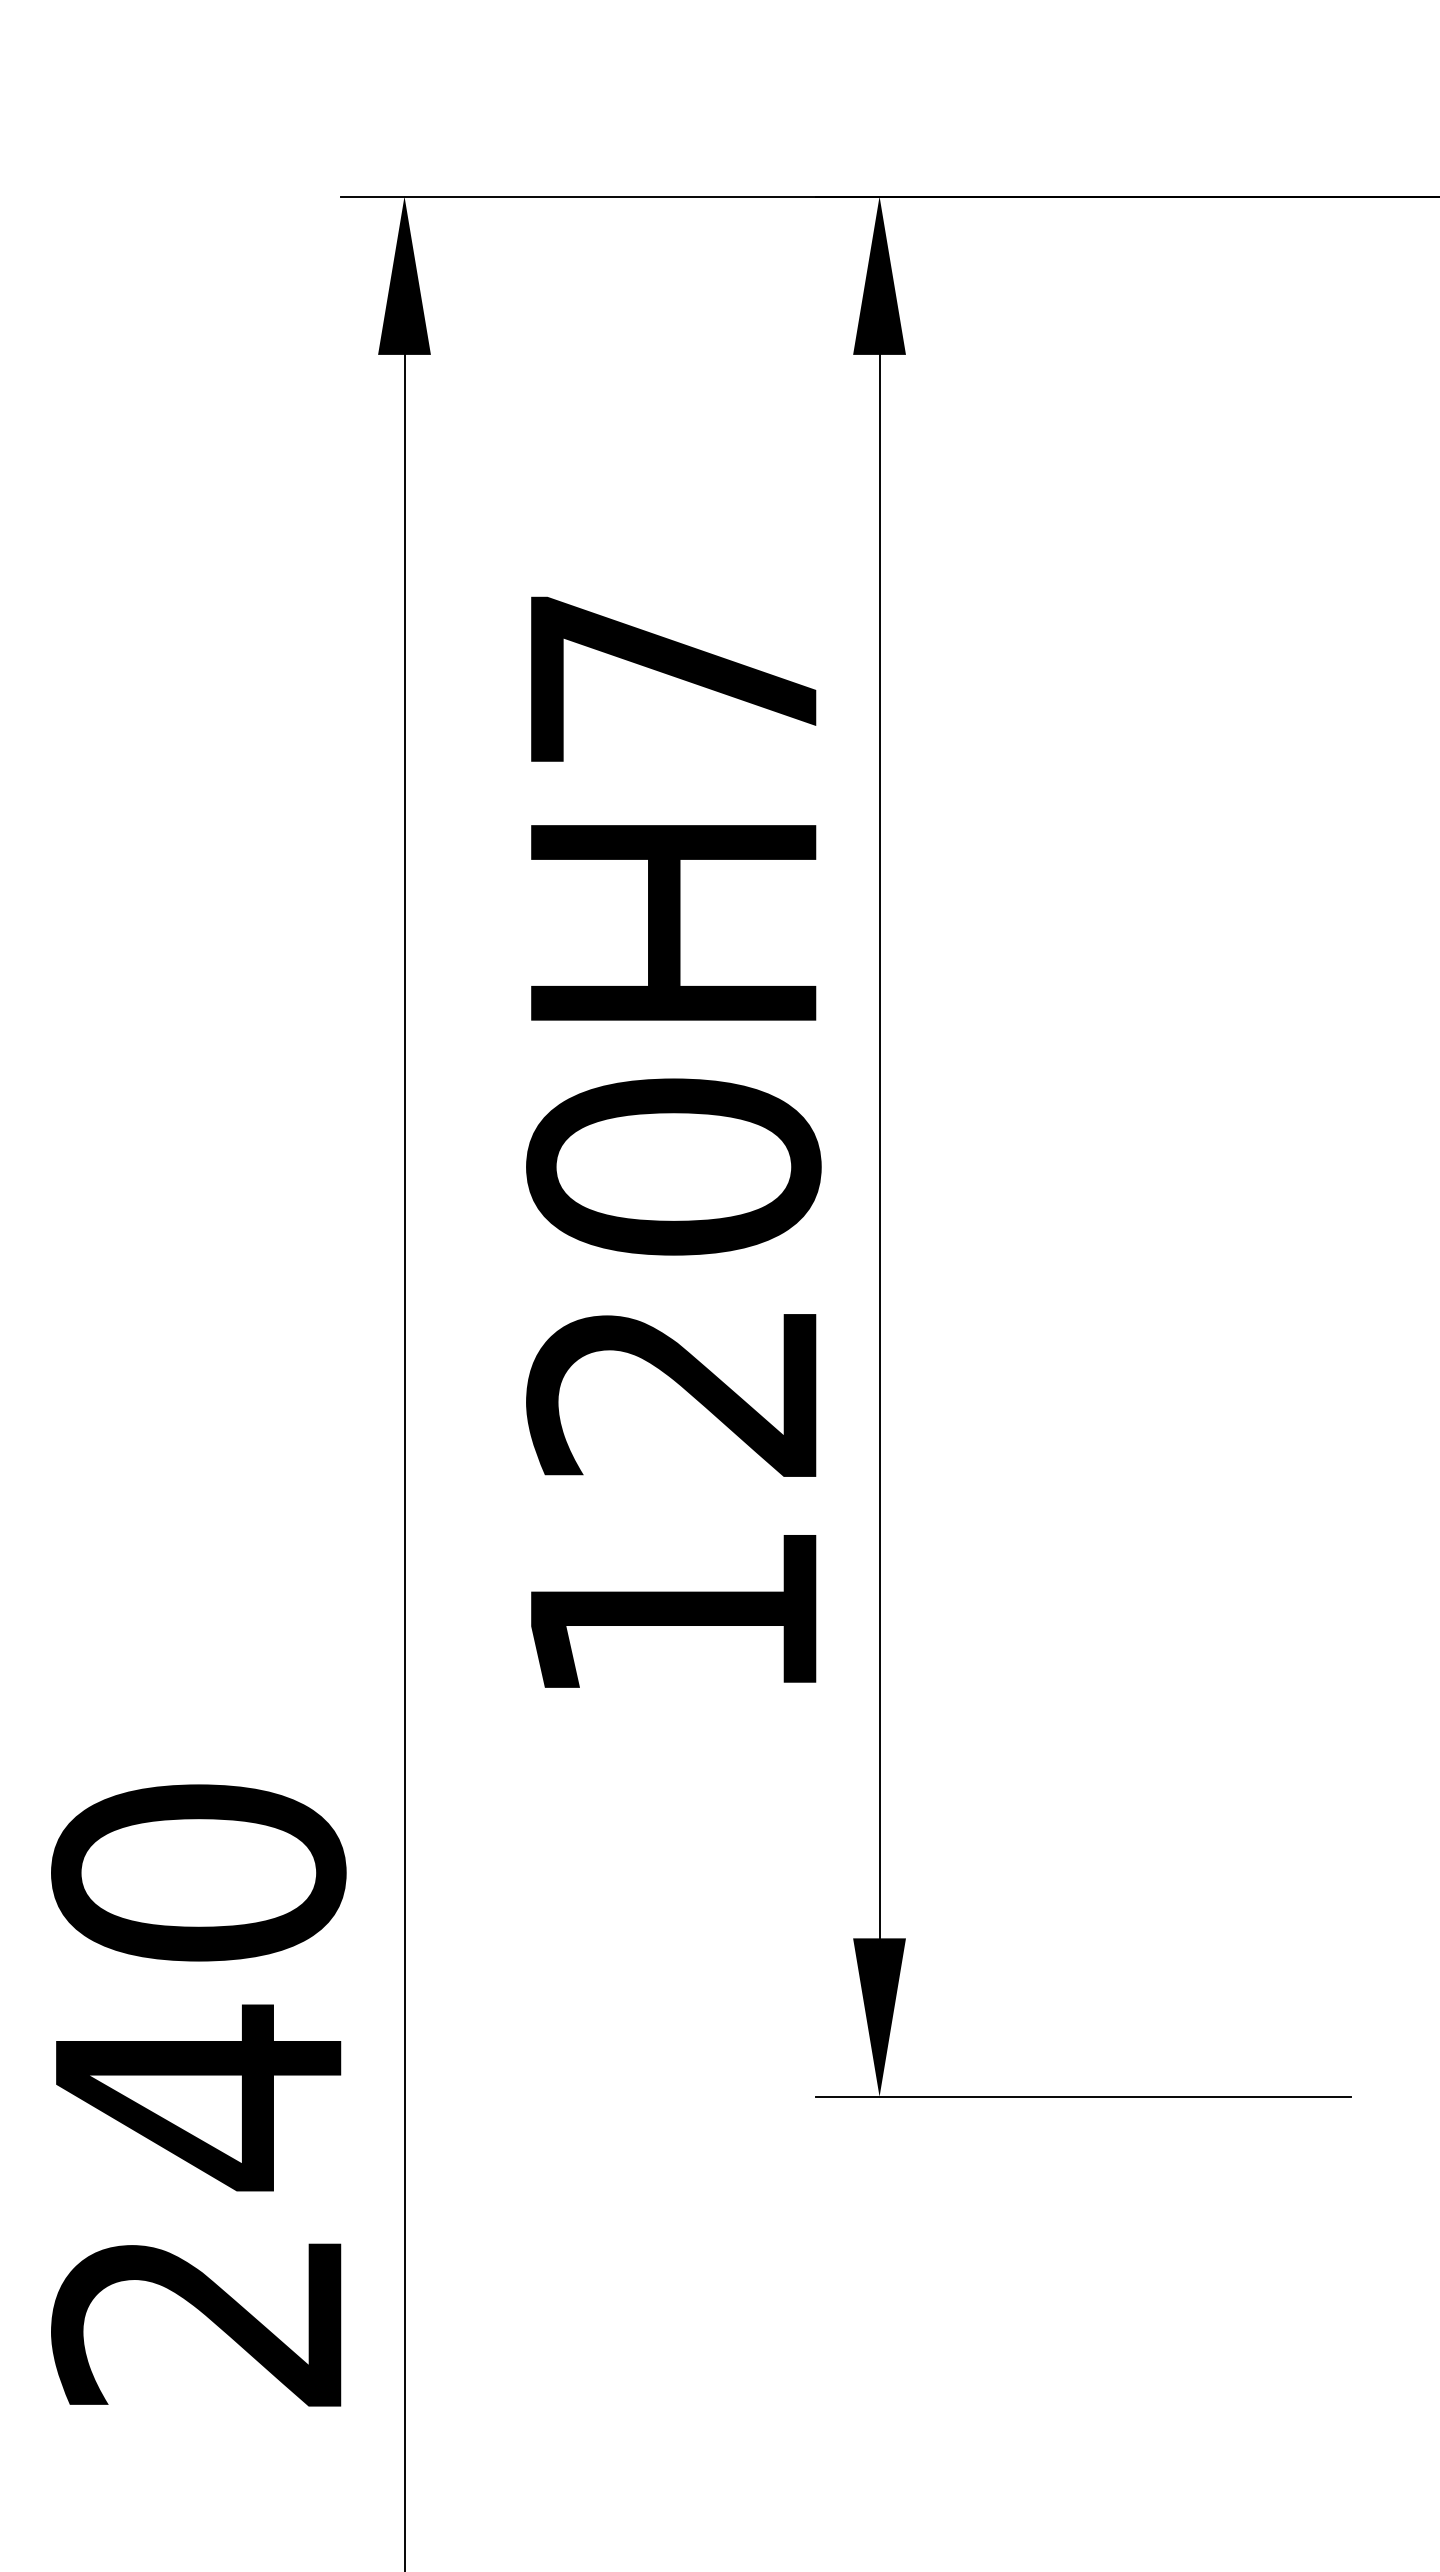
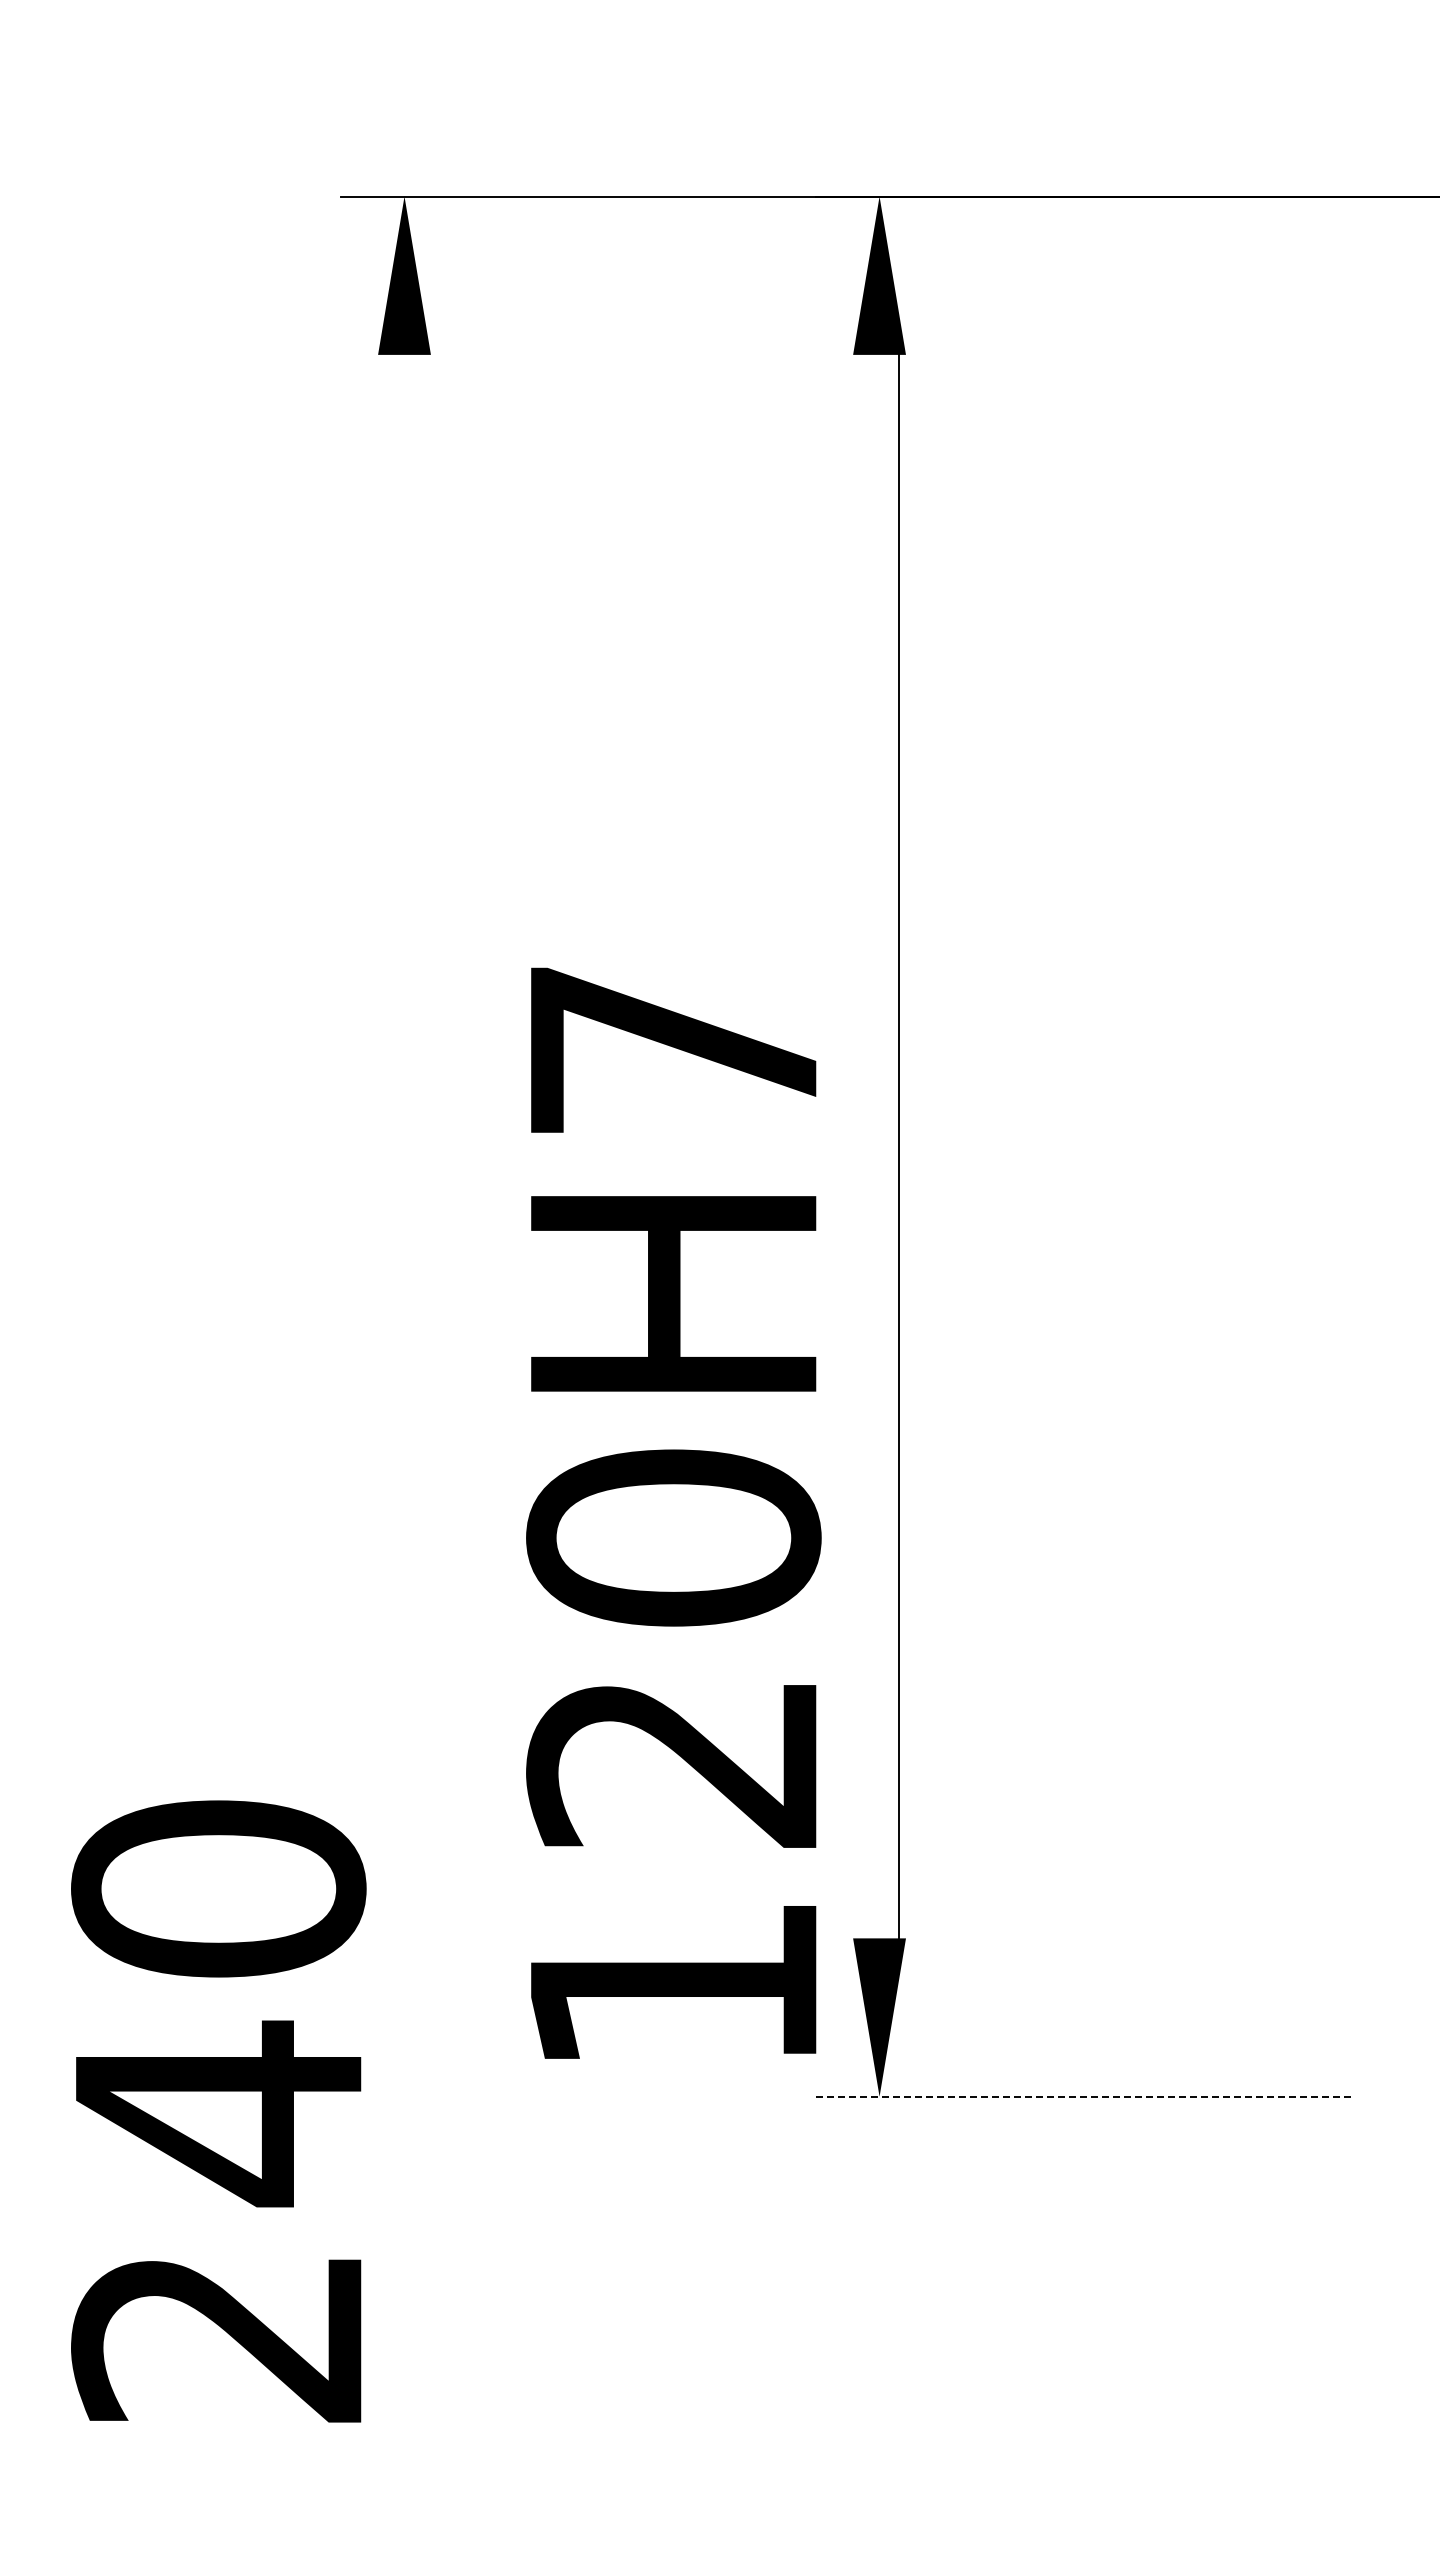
text at (673, 1141) position: (673, 1141) -> (673, 1512)
line at (879, 1146) position: (879, 1146) -> (898, 1146)
line at (404, 1461): present -> none
text at (198, 2095) position: (198, 2095) -> (218, 2111)
line at (1083, 2096): solid -> dashed
